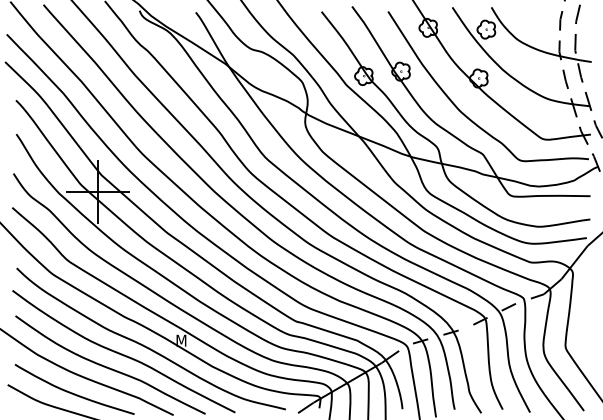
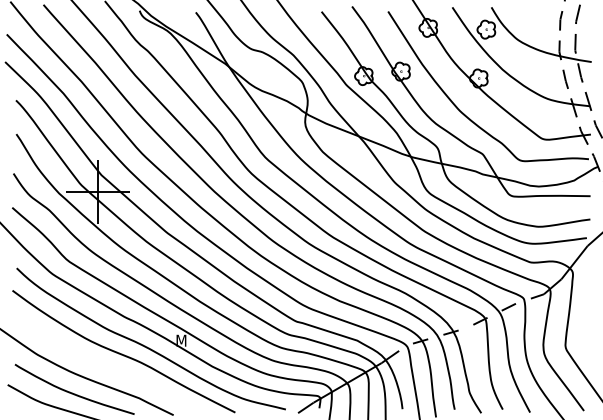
curve at (110, 367): present -> none
